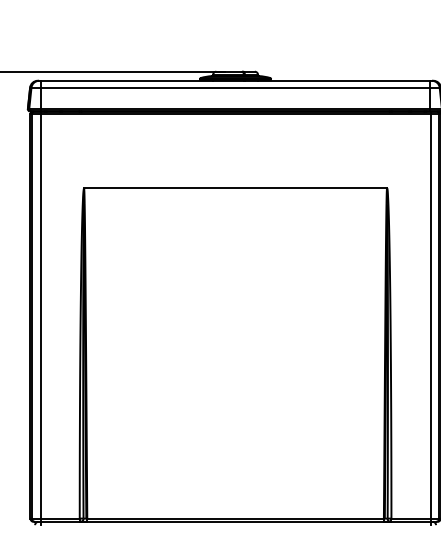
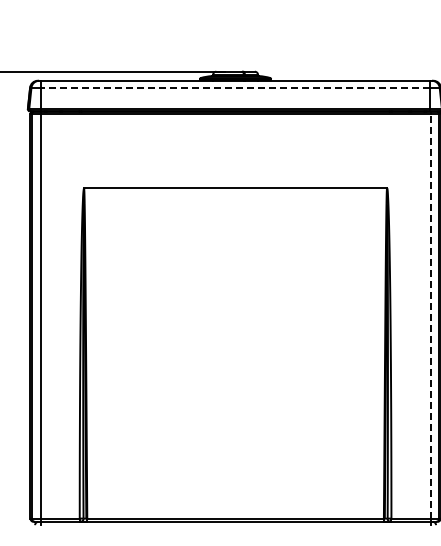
line at (235, 87): solid -> dashed
line at (430, 315): solid -> dashed
